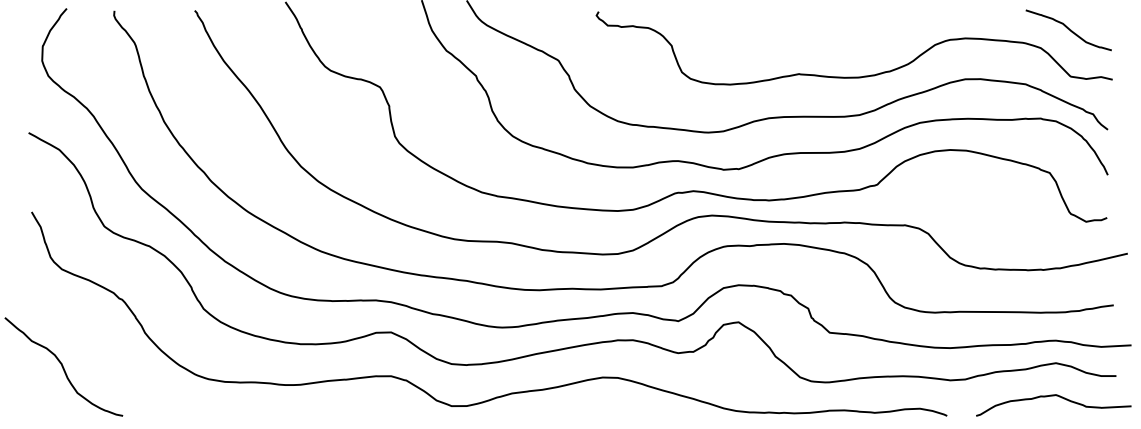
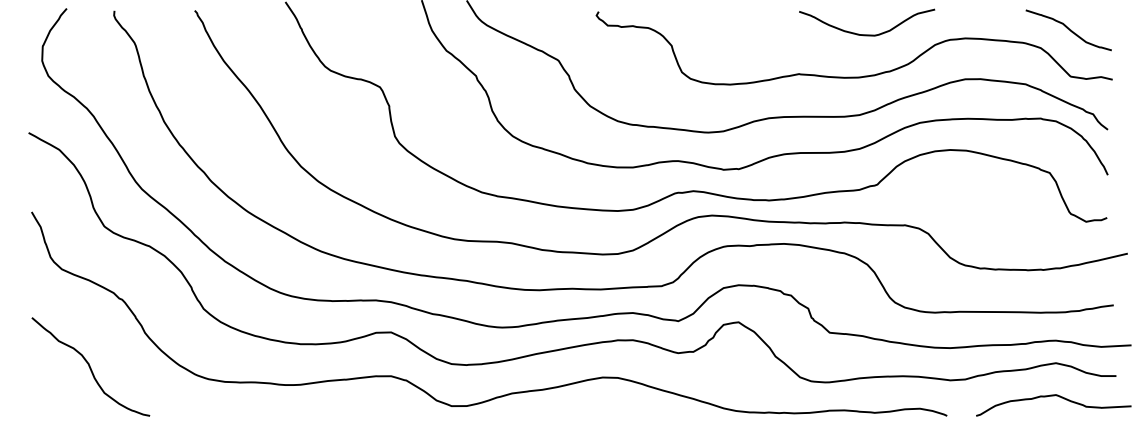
curve at (867, 34): none -> present
curve at (63, 366) position: (63, 366) -> (90, 366)
